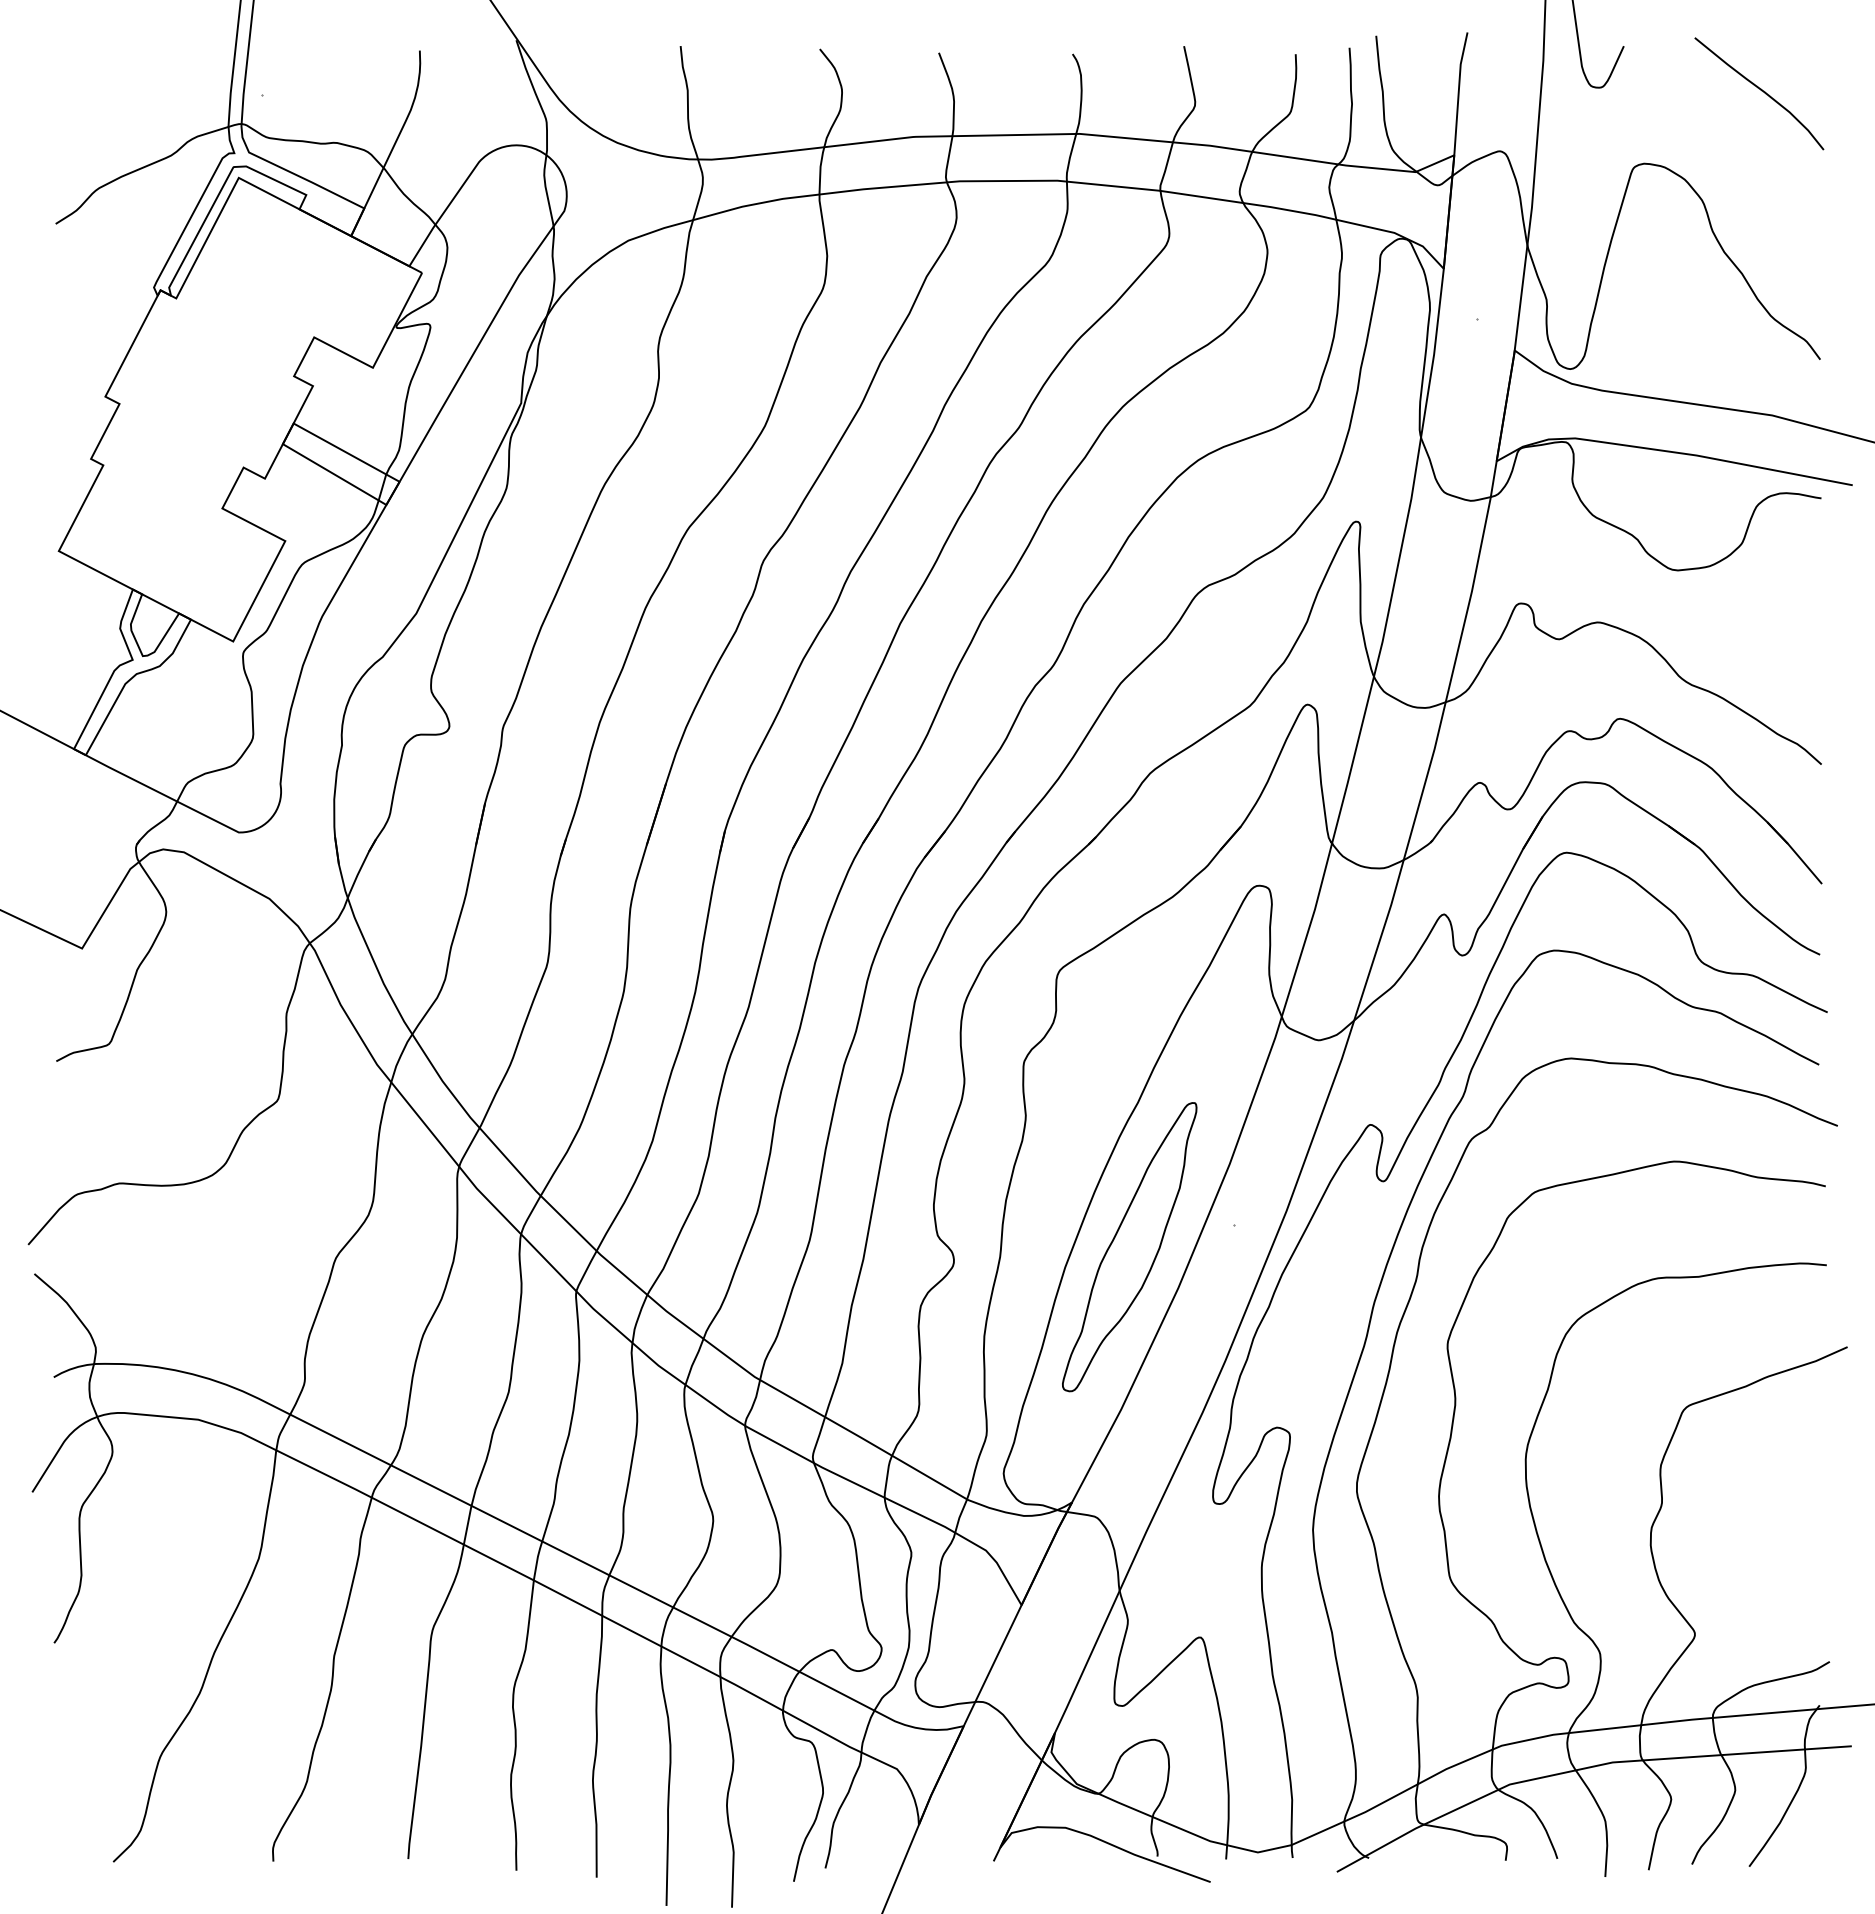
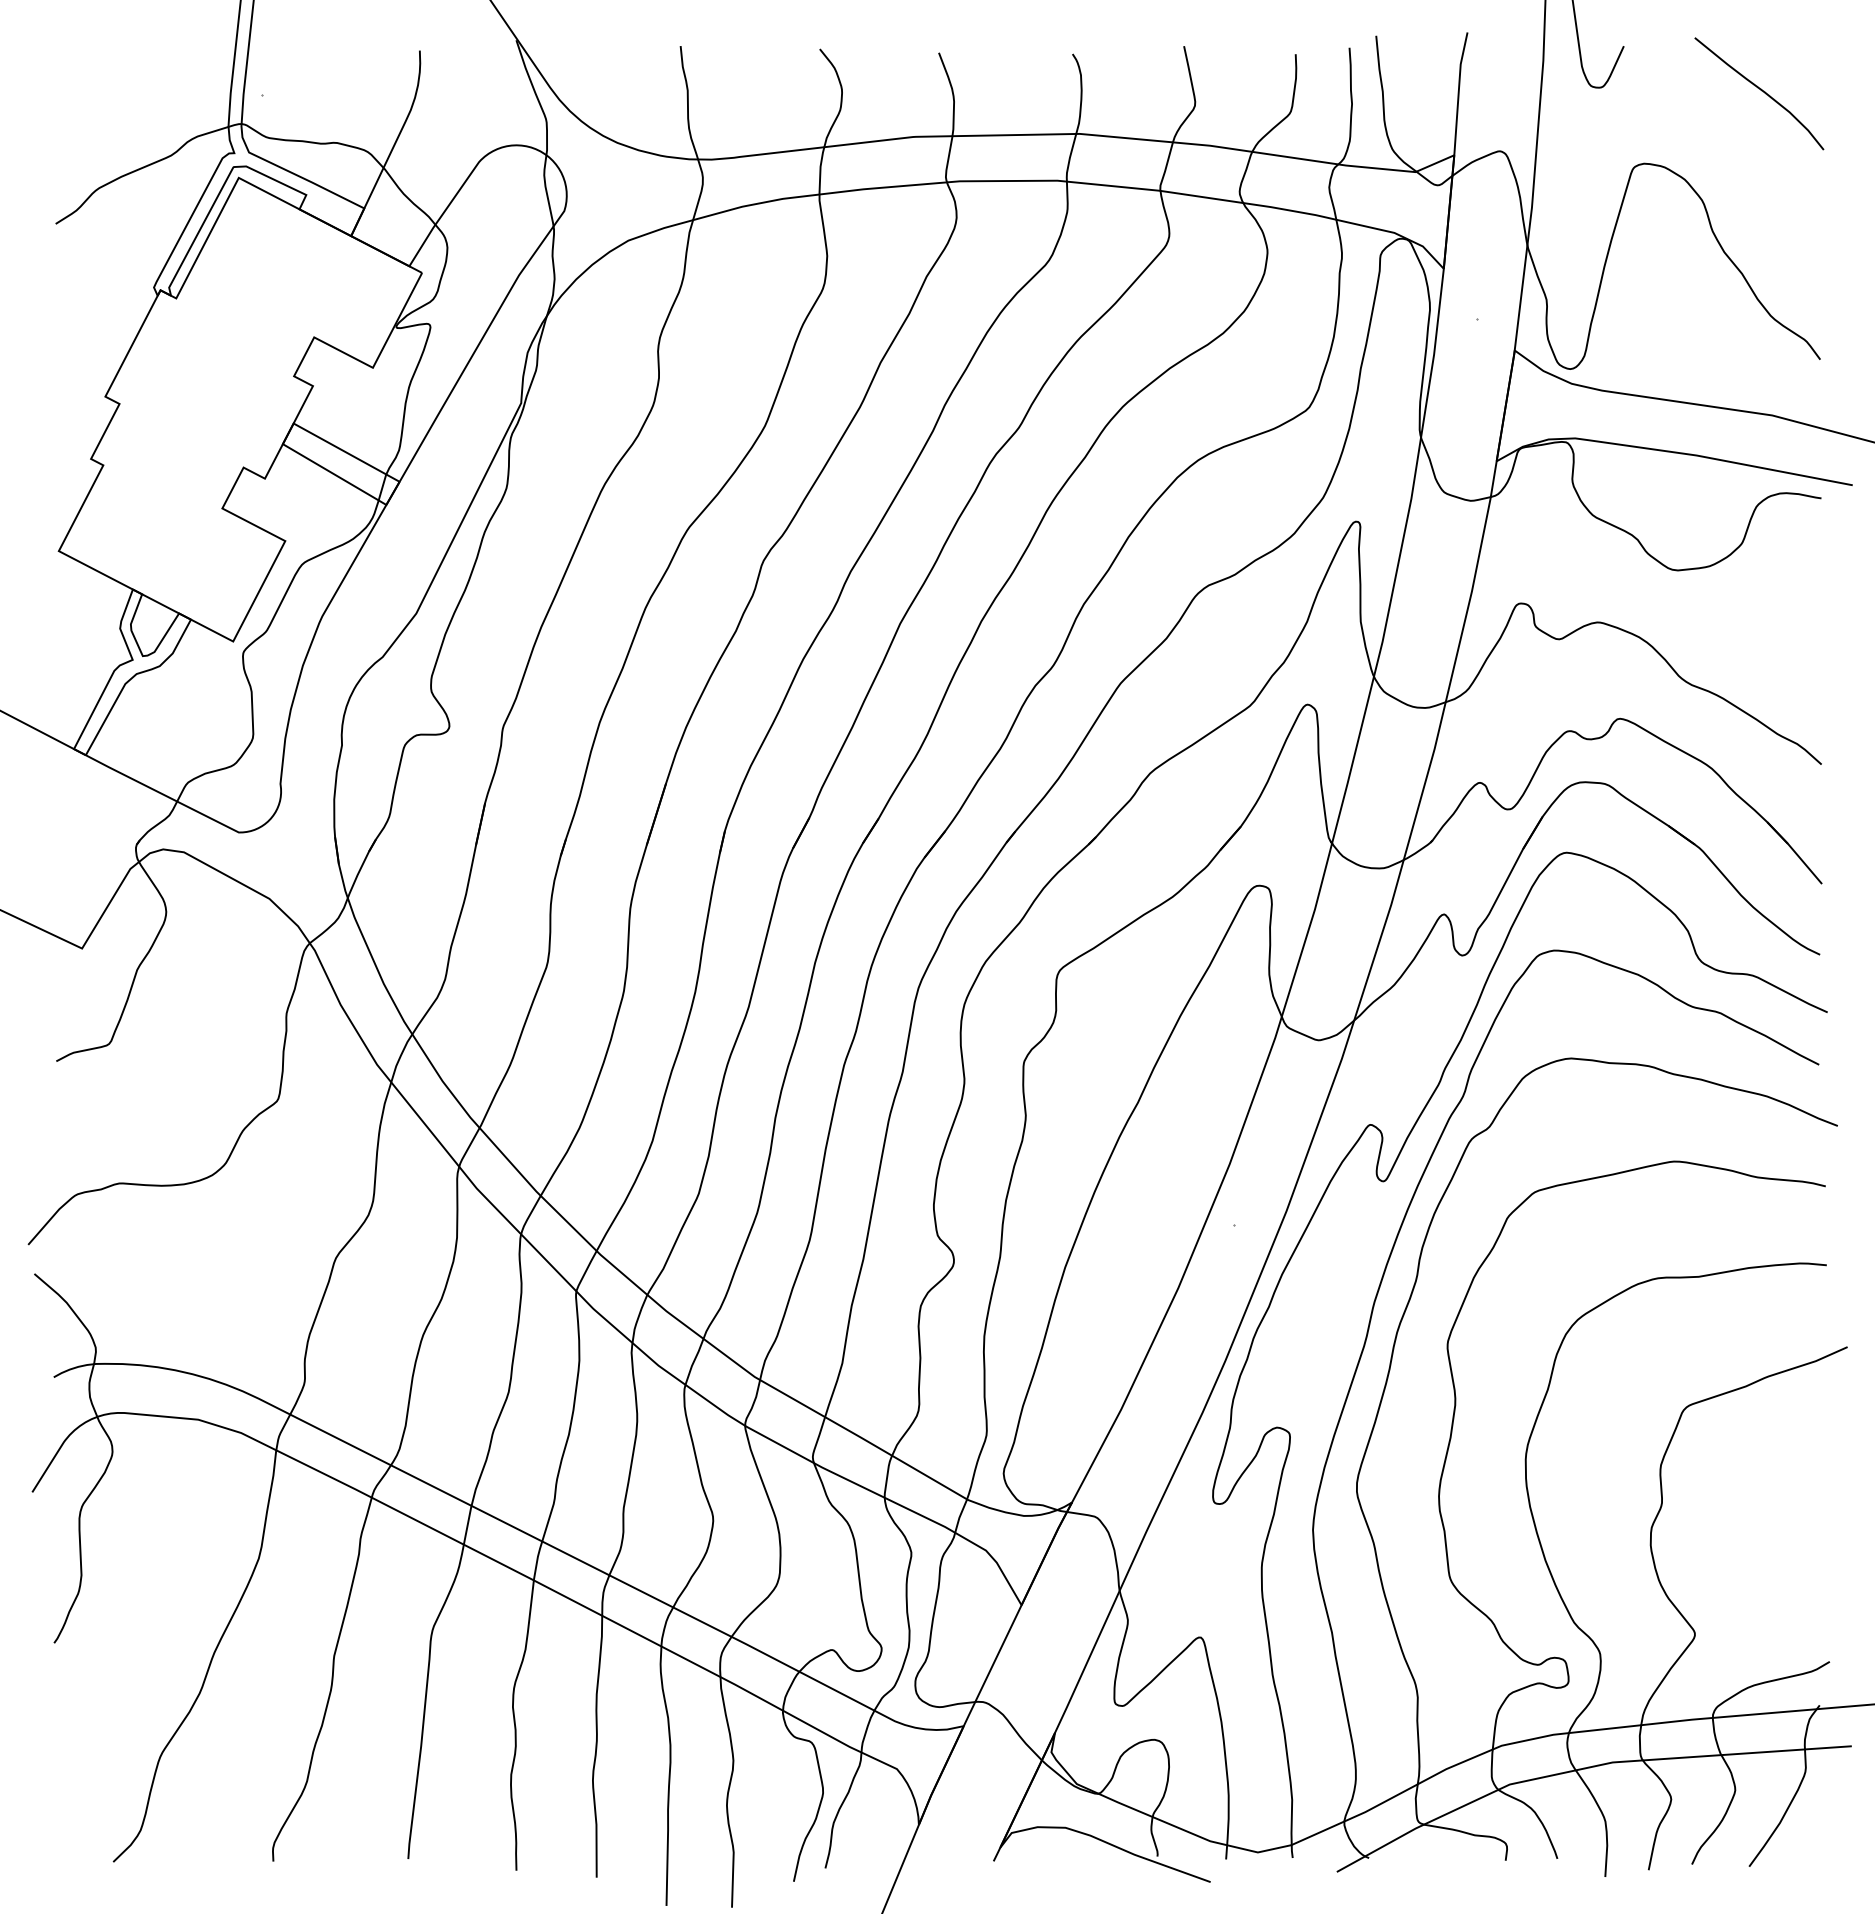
part at (1129, 1247): present -> none
